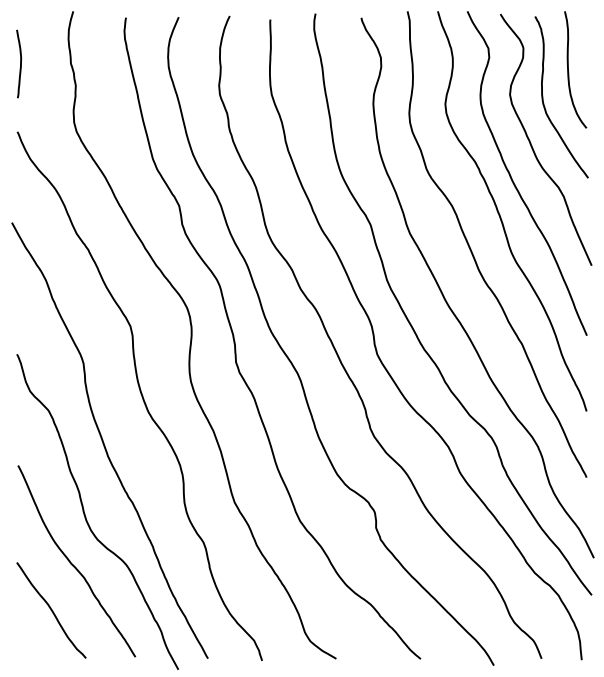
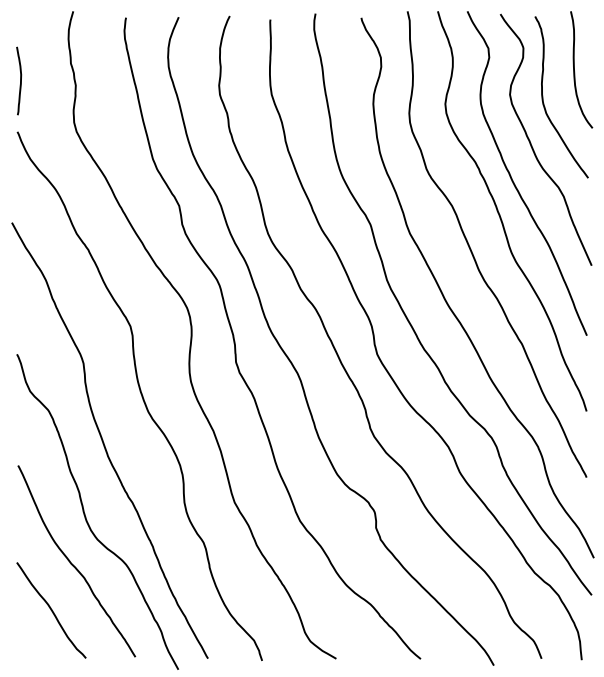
curve at (20, 63) position: (20, 63) -> (20, 80)
curve at (569, 72) position: (569, 72) -> (575, 72)
